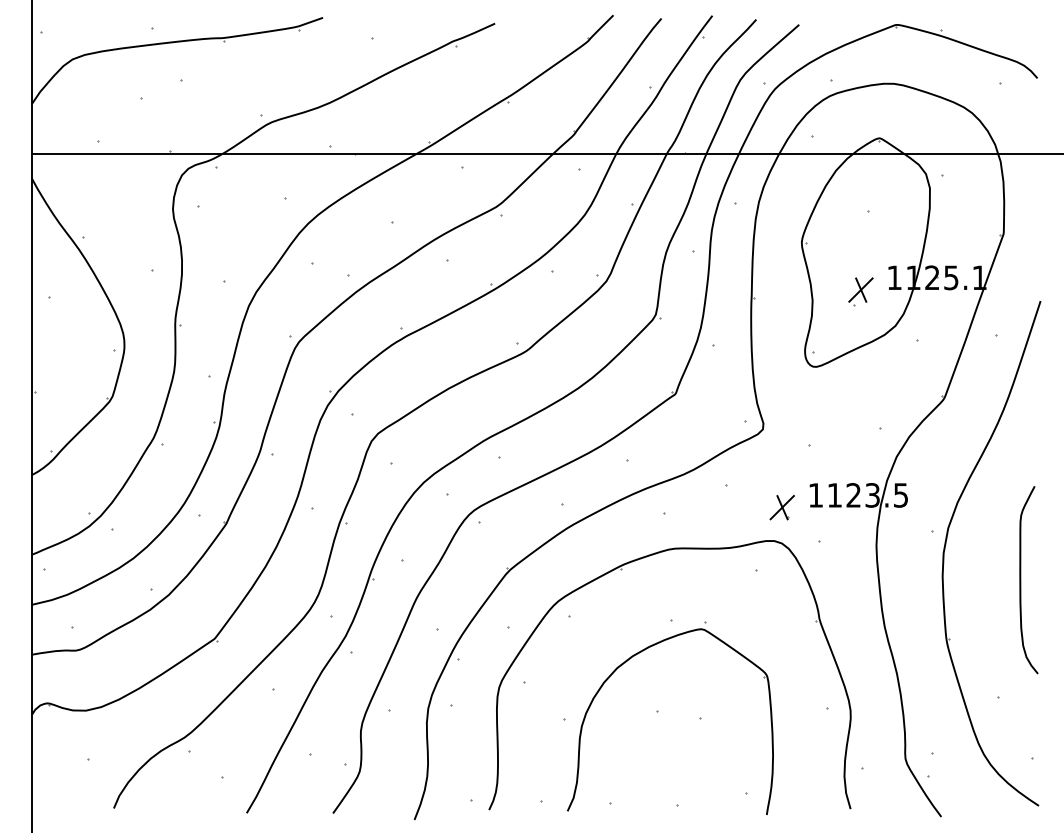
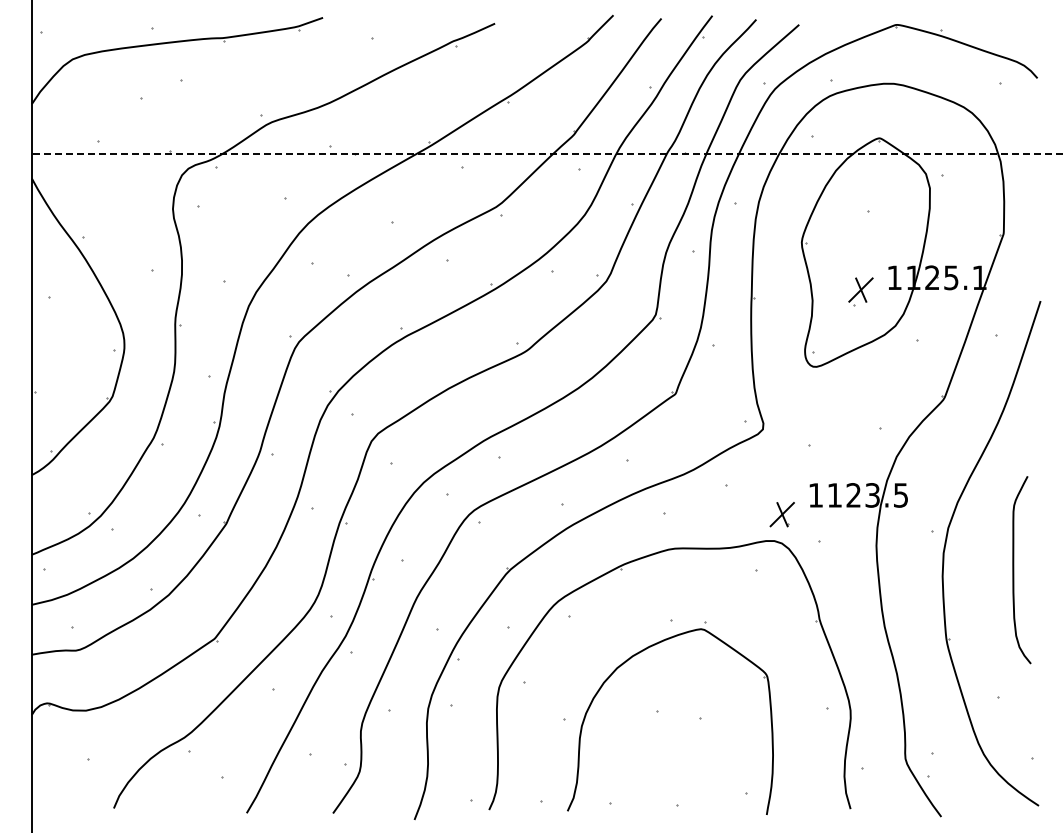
line at (546, 154): solid -> dashed
part at (781, 507) position: (781, 507) -> (781, 514)
curve at (1021, 580) position: (1021, 580) -> (1014, 570)
